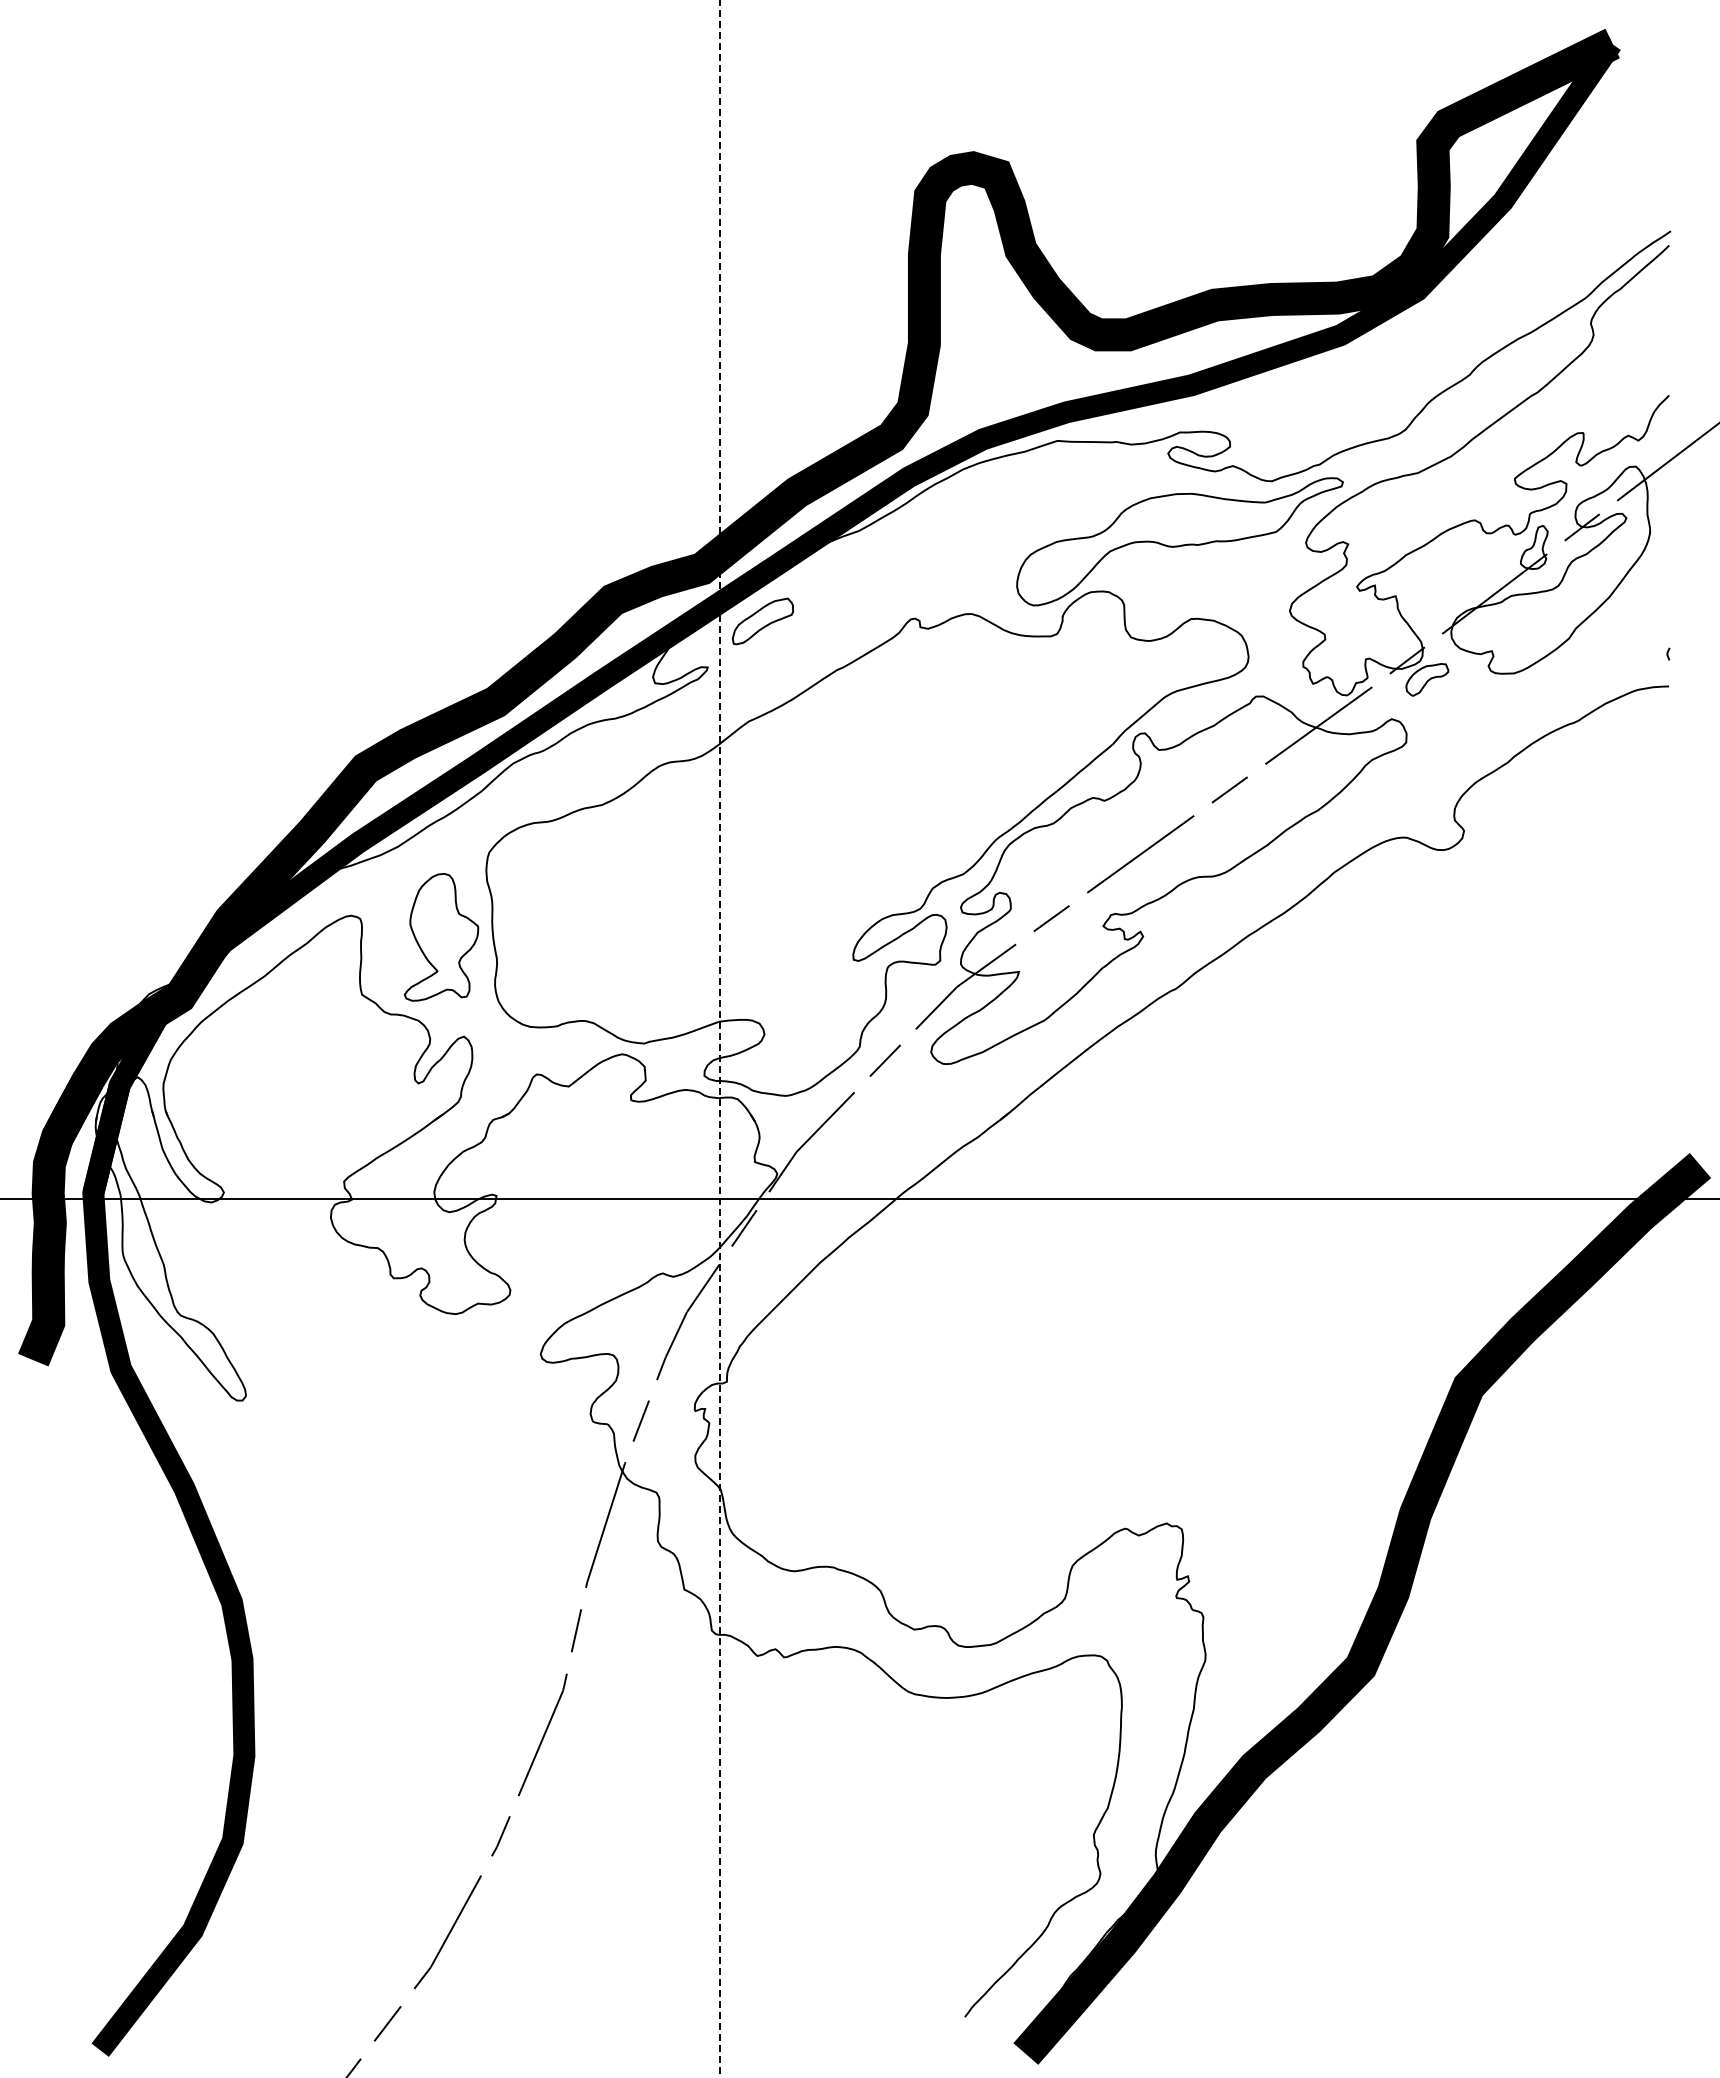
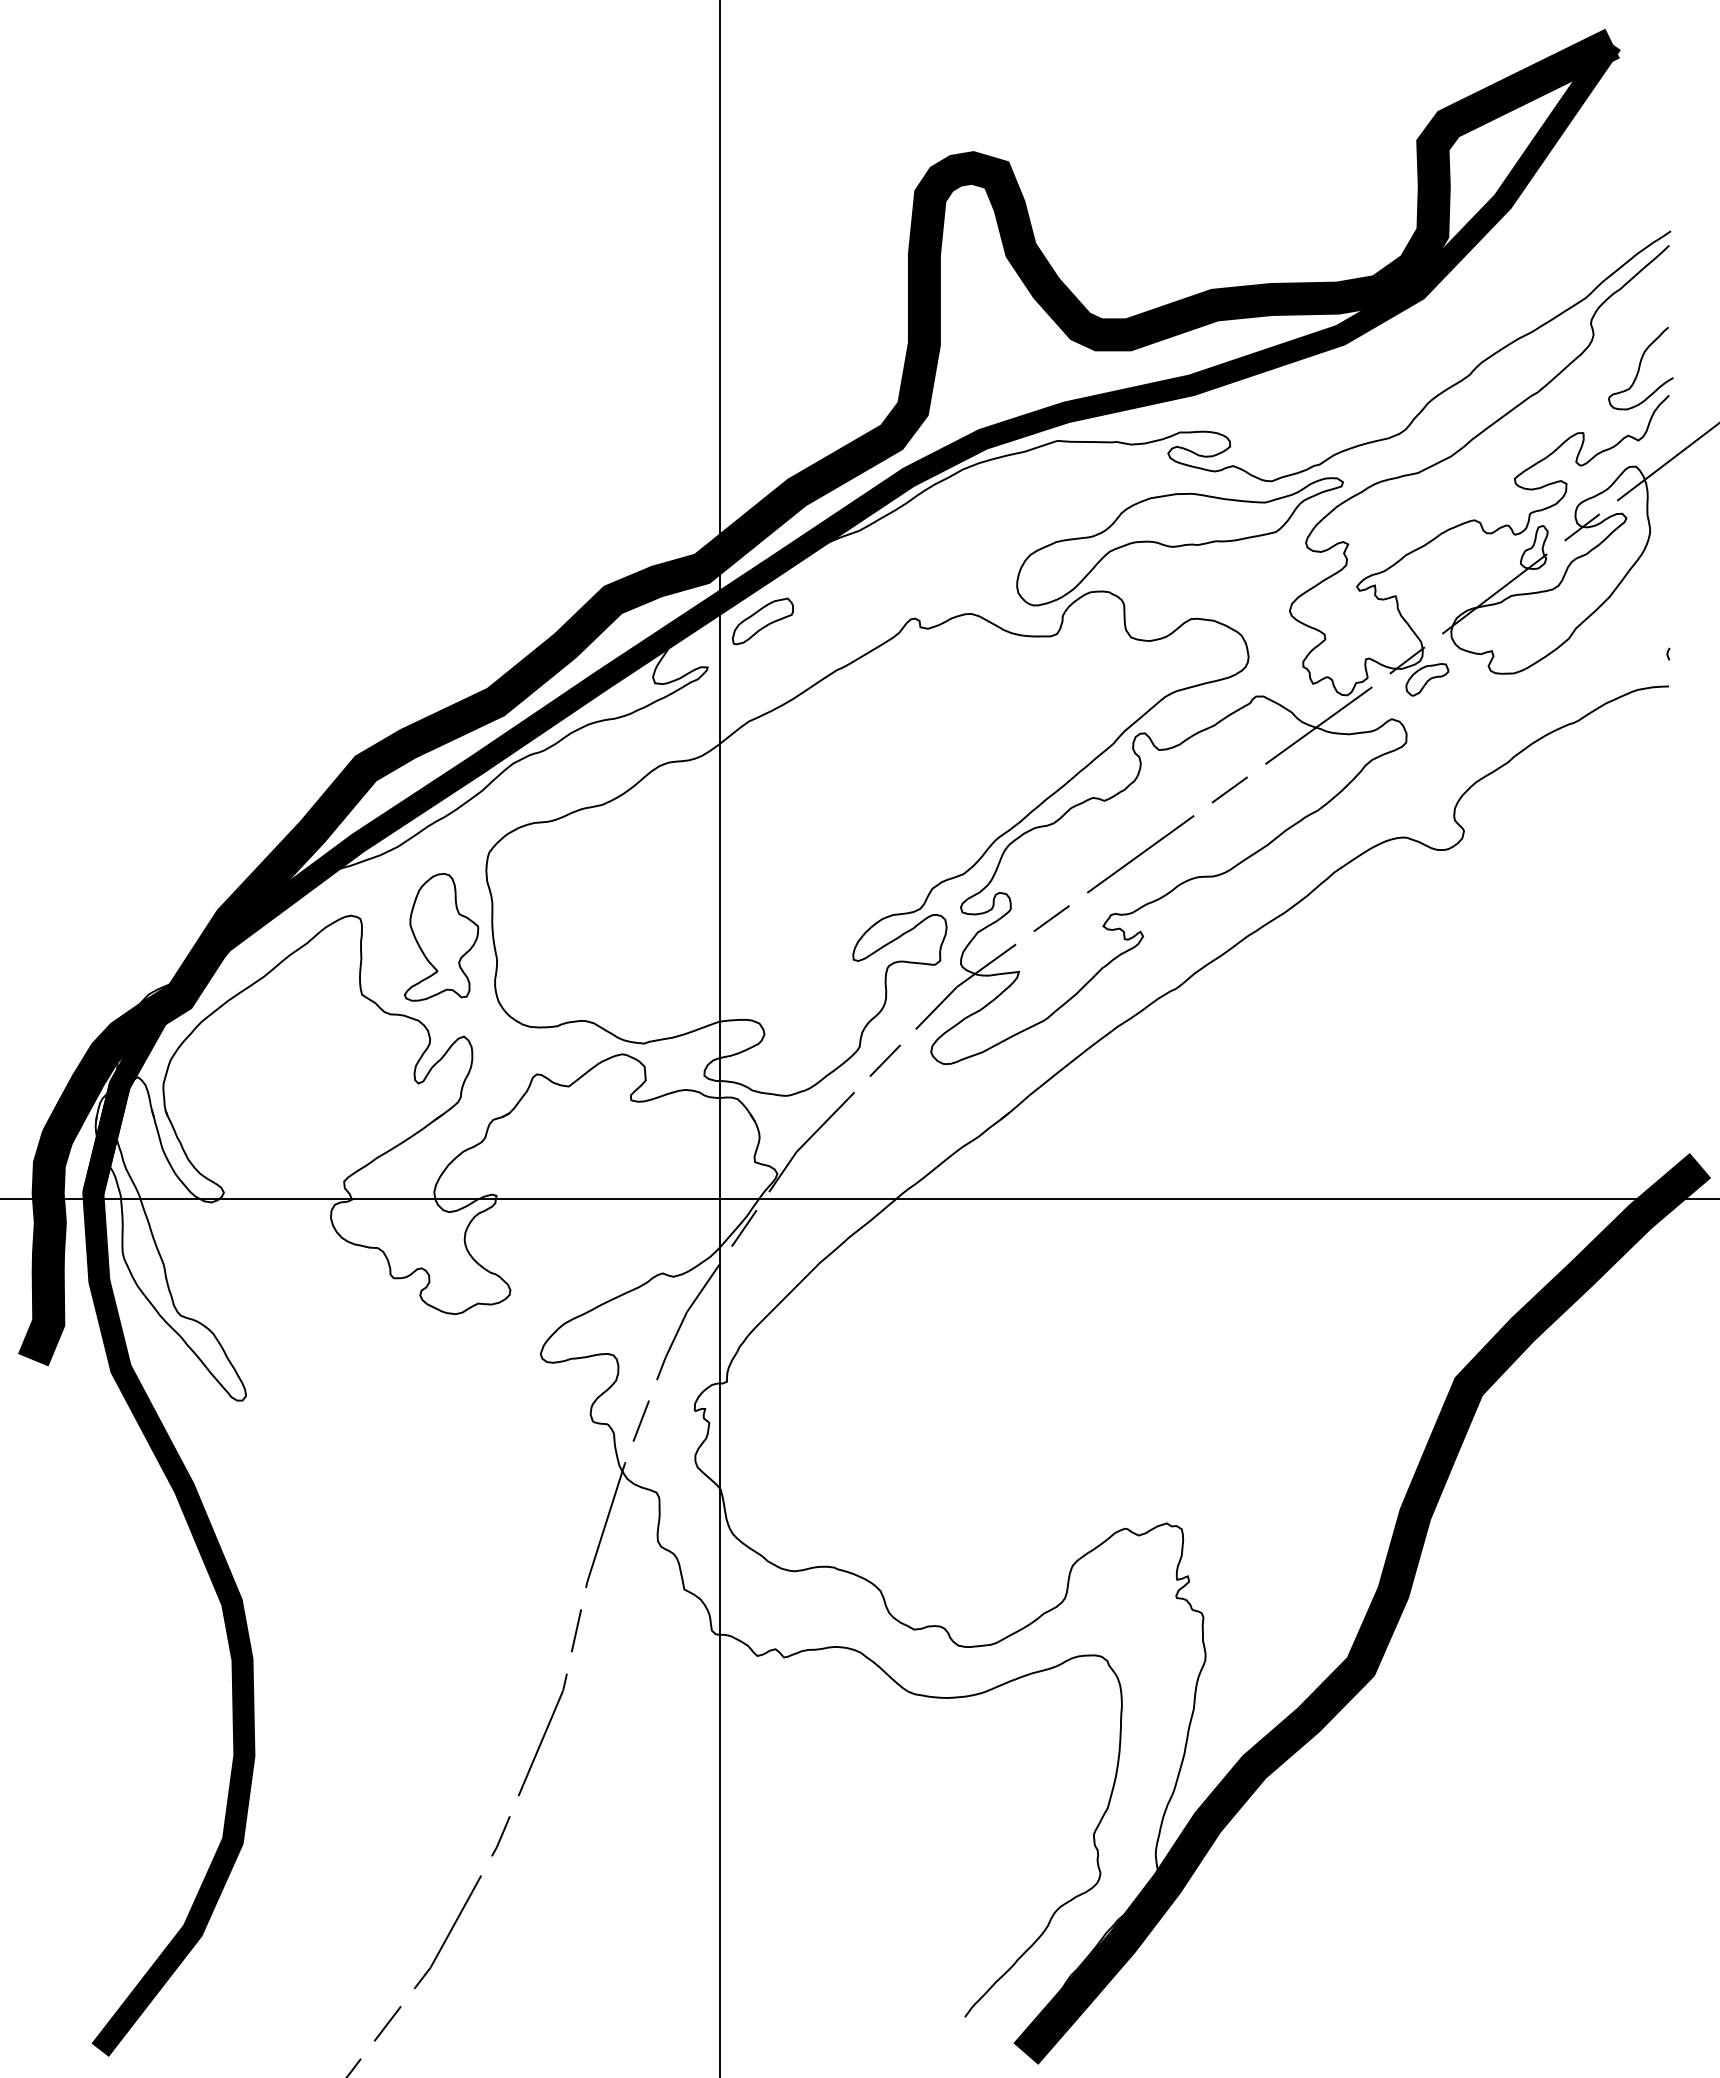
curve at (1640, 367): none -> present
line at (720, 1038): dashed -> solid
